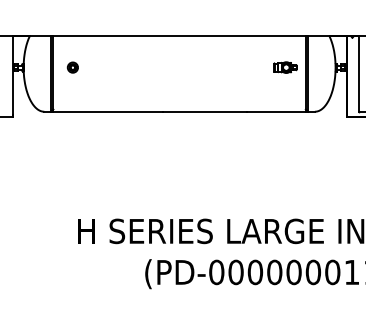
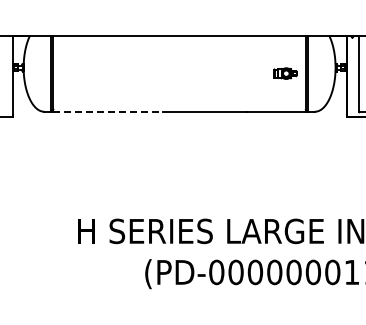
part at (72, 67): present -> none
part at (285, 67) position: (285, 67) -> (285, 73)
line at (108, 111): solid -> dashed
